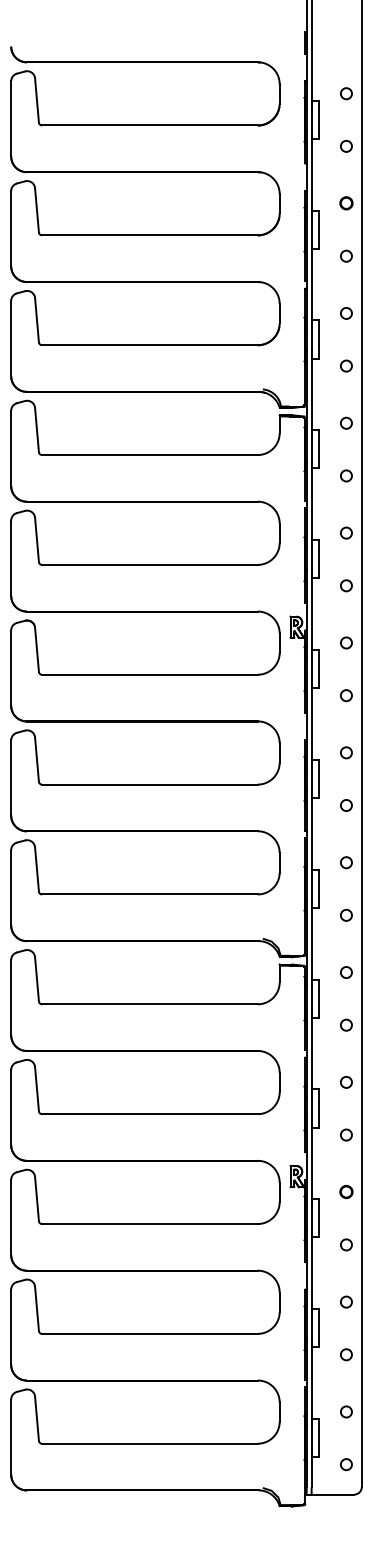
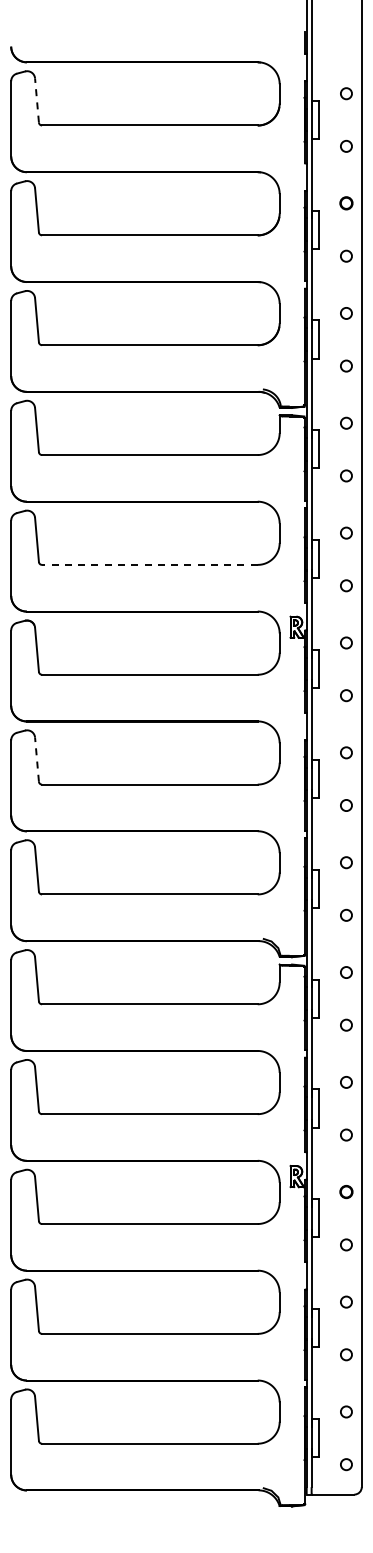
line at (36, 100): solid -> dashed
line at (149, 564): solid -> dashed
line at (36, 759): solid -> dashed
